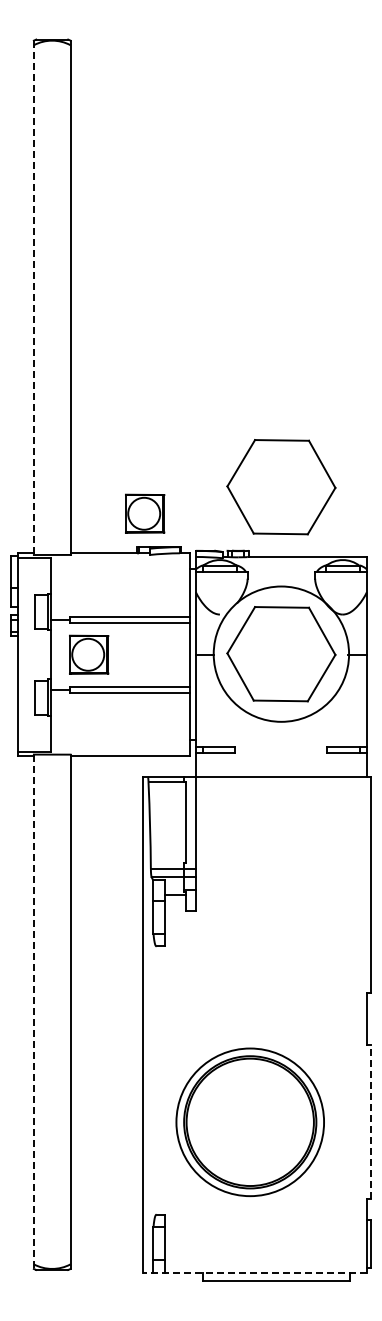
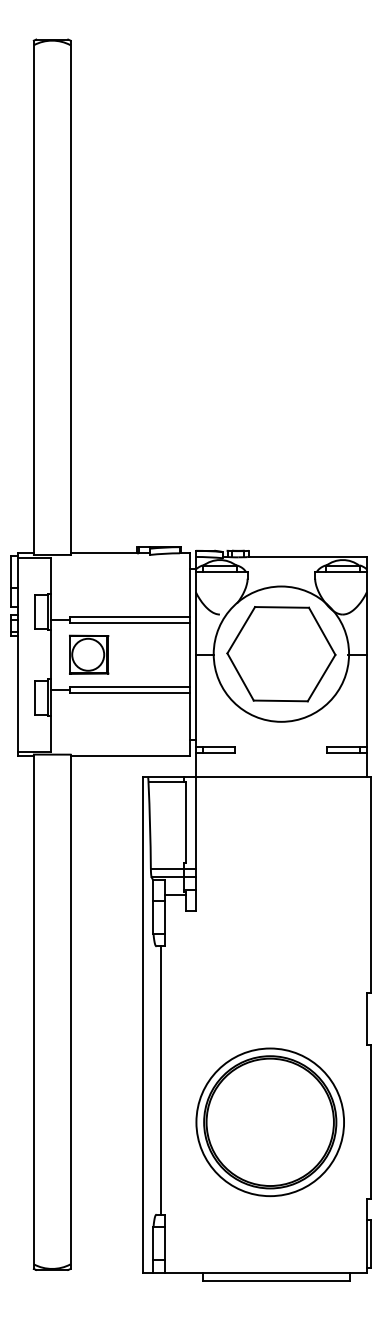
line at (33, 298): dashed -> solid
part at (281, 487): present -> none
part at (145, 513): present -> none
line at (33, 1012): dashed -> solid
line at (160, 1080): none -> present
part at (249, 1122) position: (249, 1122) -> (269, 1122)
line at (370, 1122): dashed -> solid
line at (254, 1273): dashed -> solid
